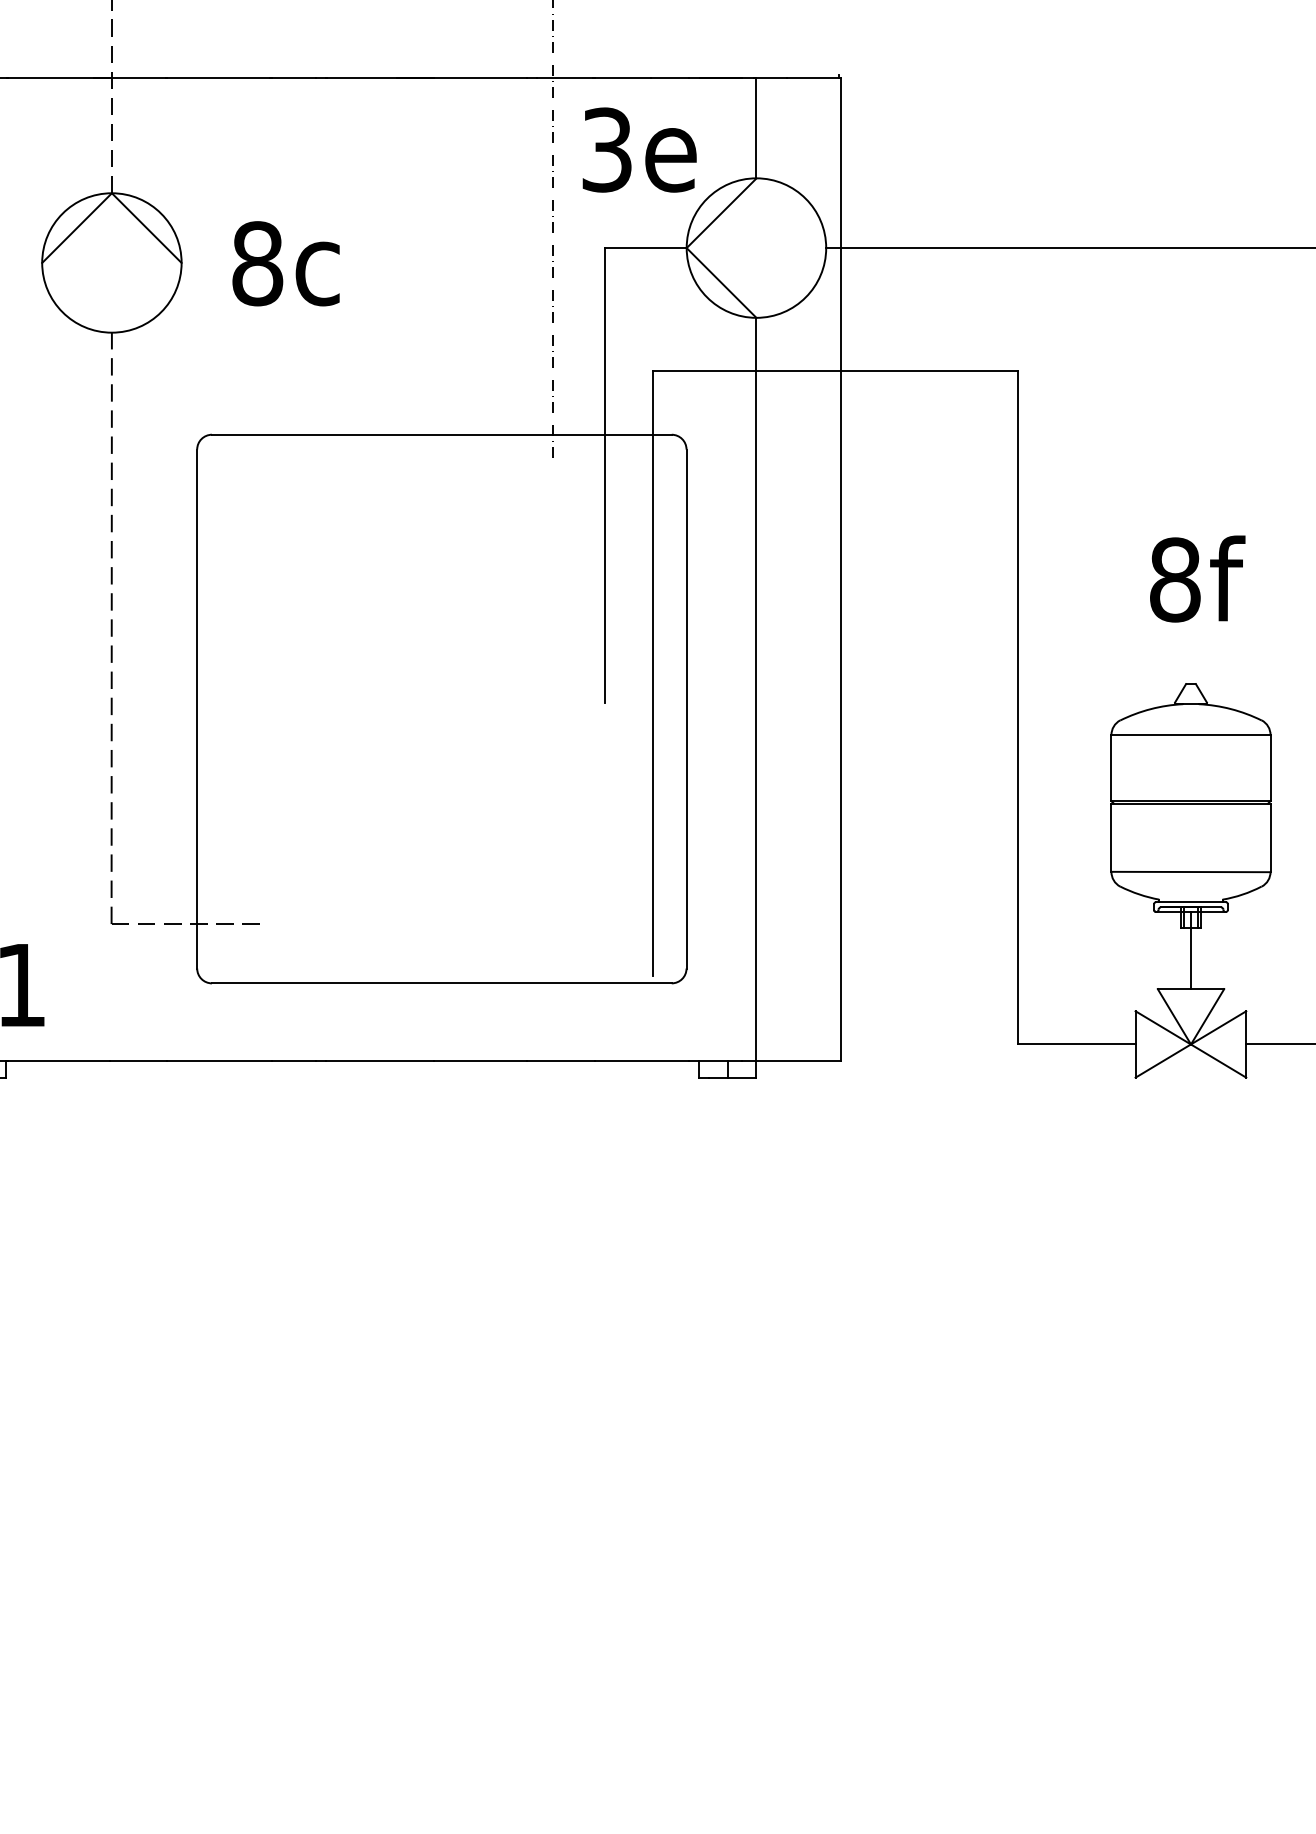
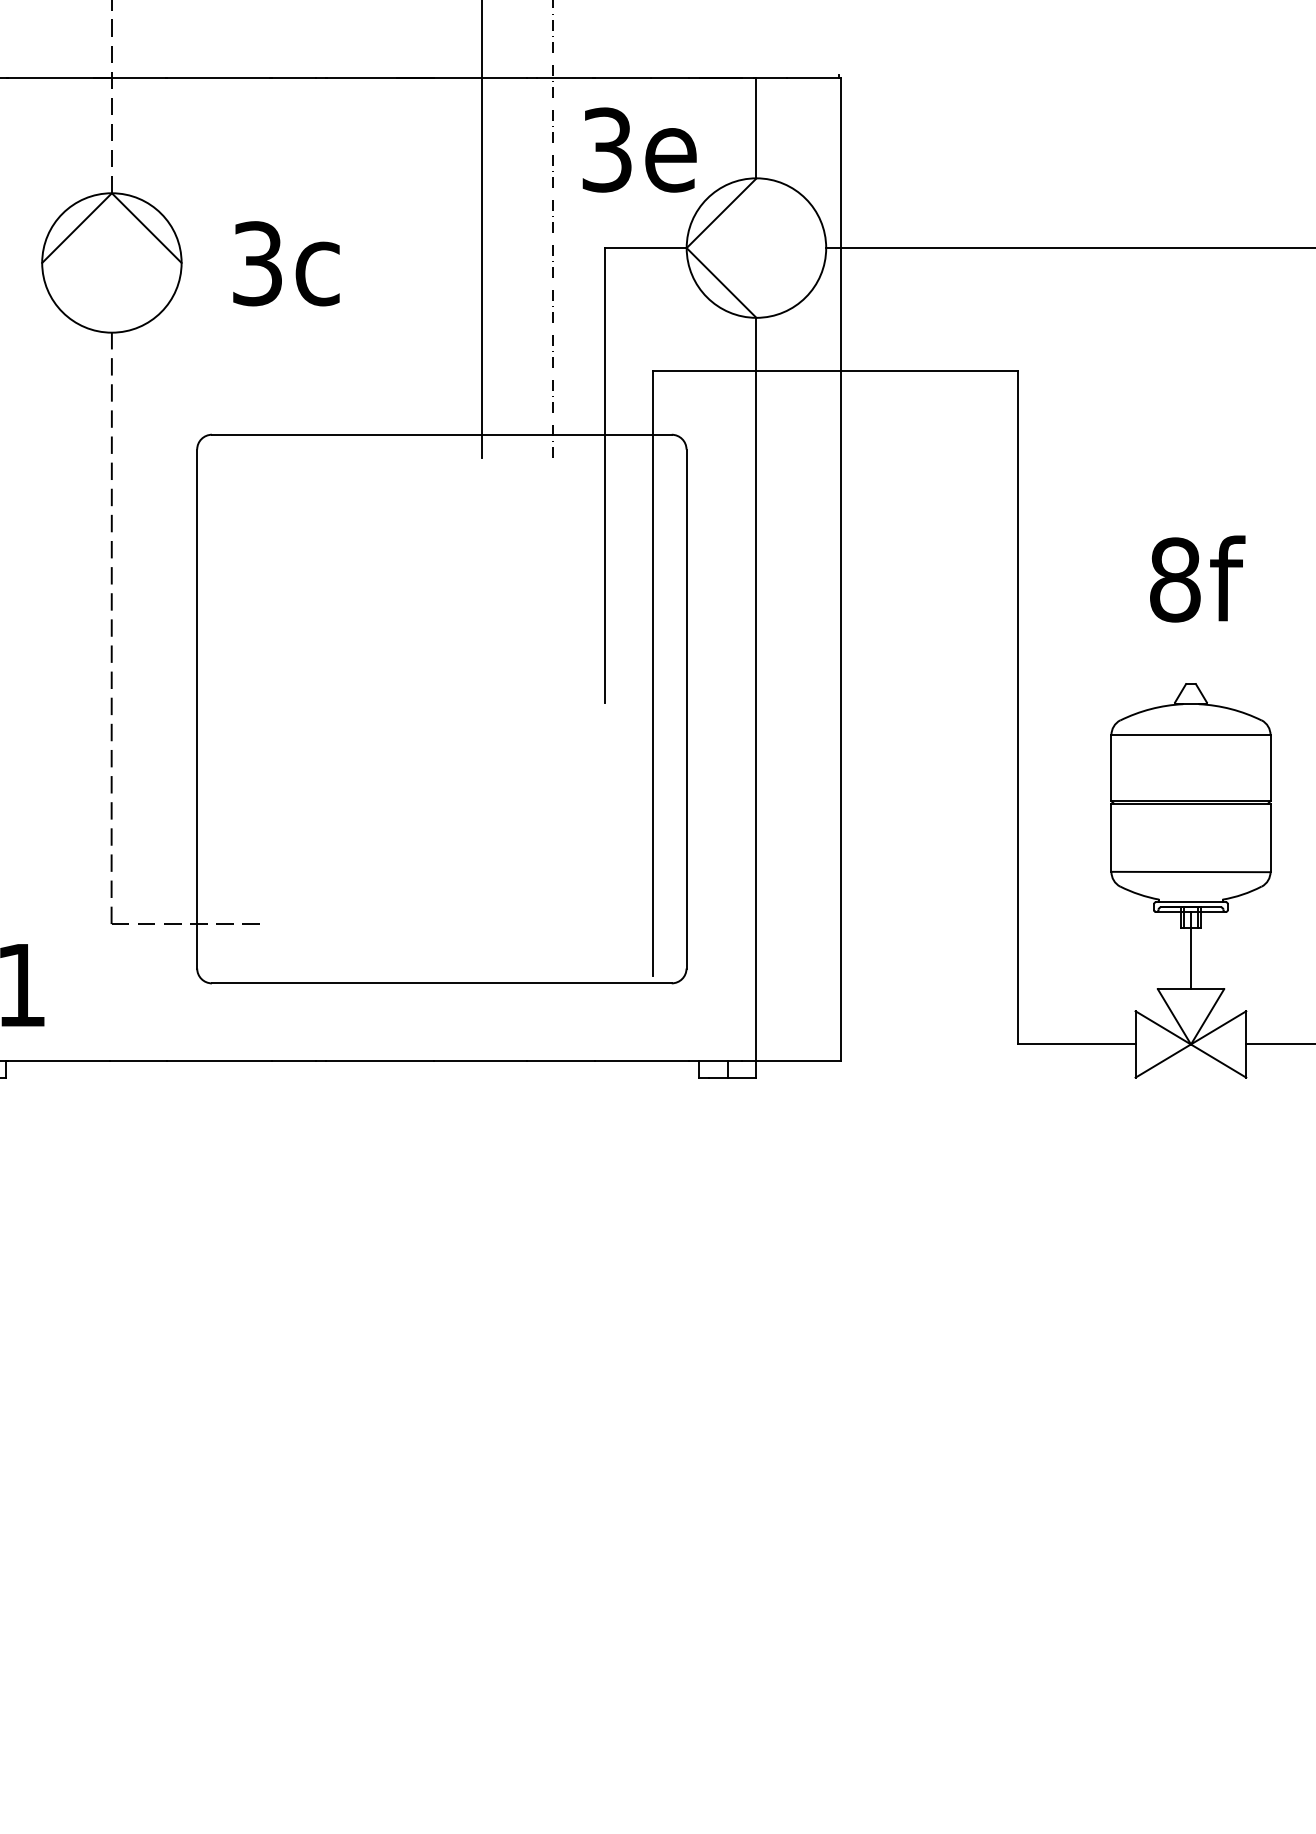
line at (482, 230): none -> present
text at (257, 263): 8c -> 3c
